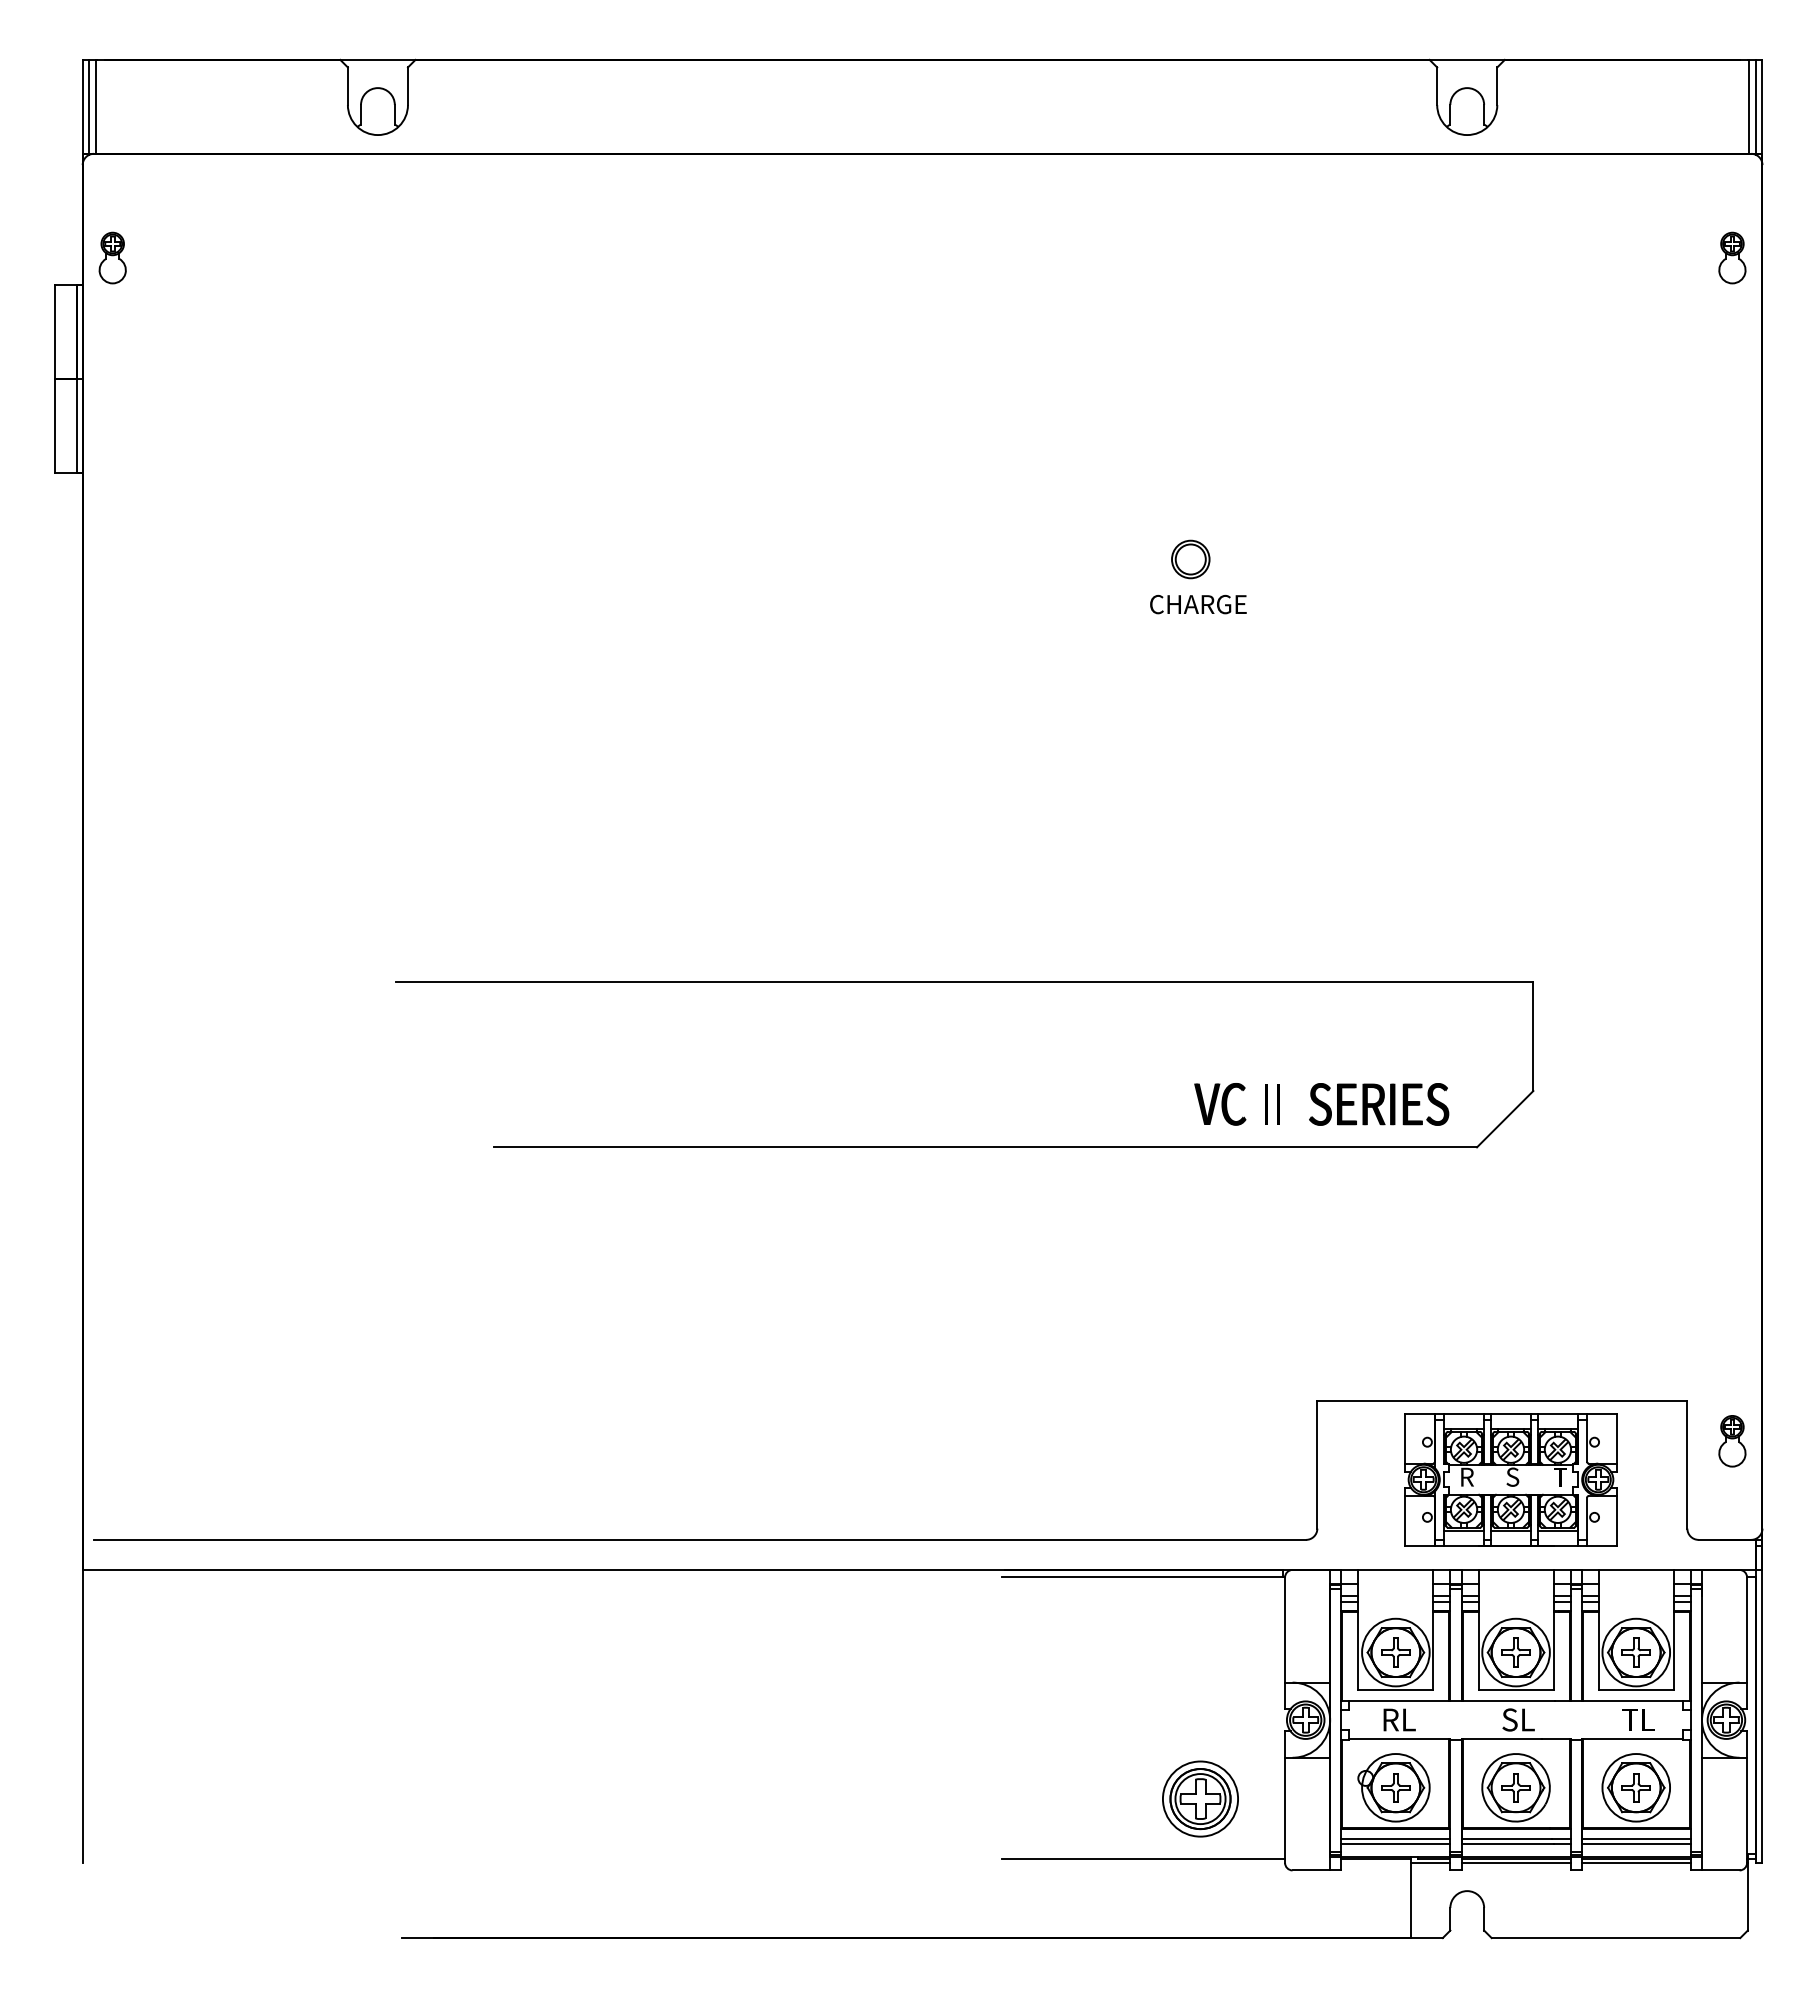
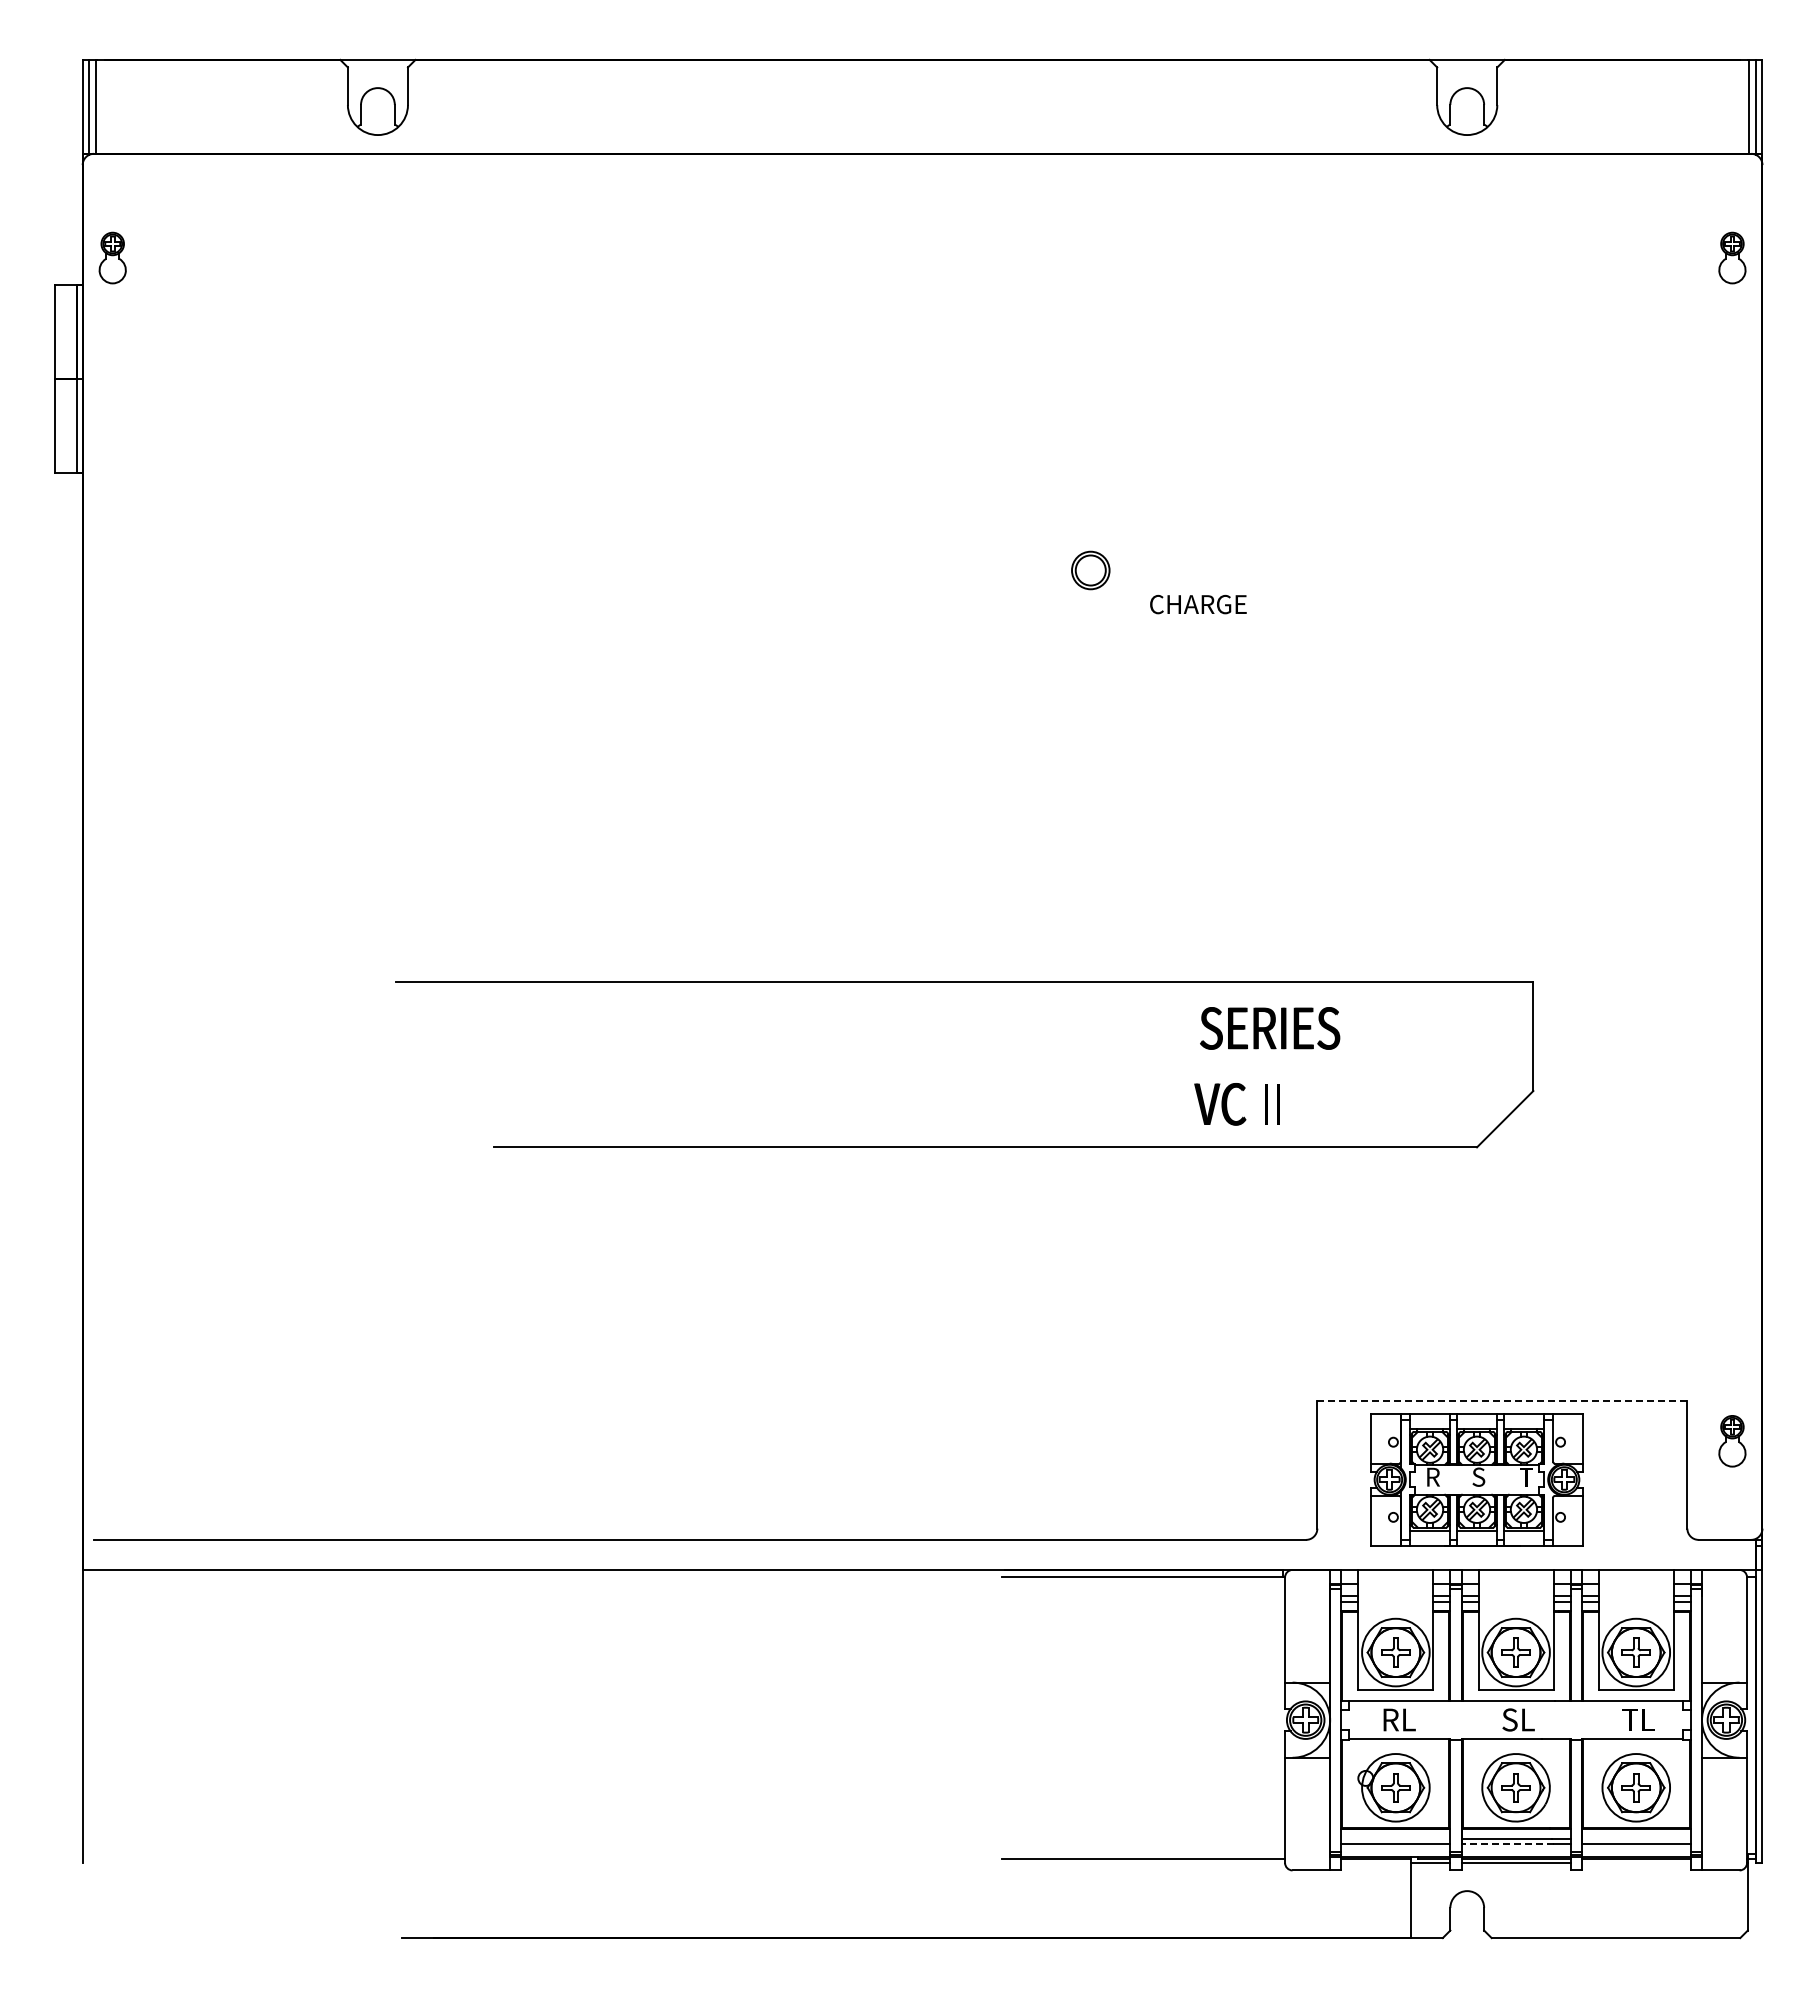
part at (1190, 559) position: (1190, 559) -> (1090, 570)
text at (1379, 1104) position: (1379, 1104) -> (1270, 1028)
line at (1502, 1400): solid -> dashed
part at (1510, 1479) position: (1510, 1479) -> (1476, 1479)
part at (1200, 1798): present -> none
line at (1395, 1838): present -> none
line at (1635, 1838): present -> none
line at (1507, 1844): solid -> dashed
line at (1635, 1862): present -> none
